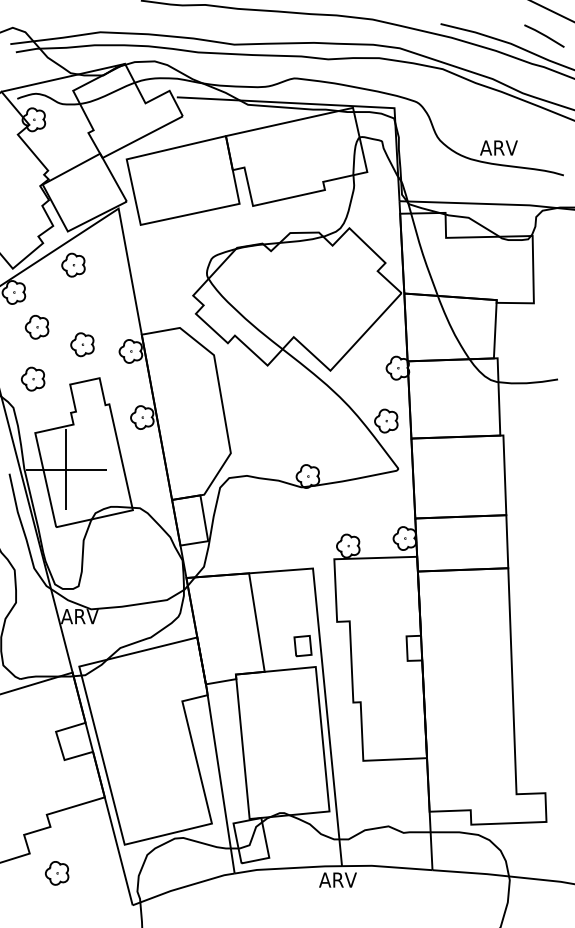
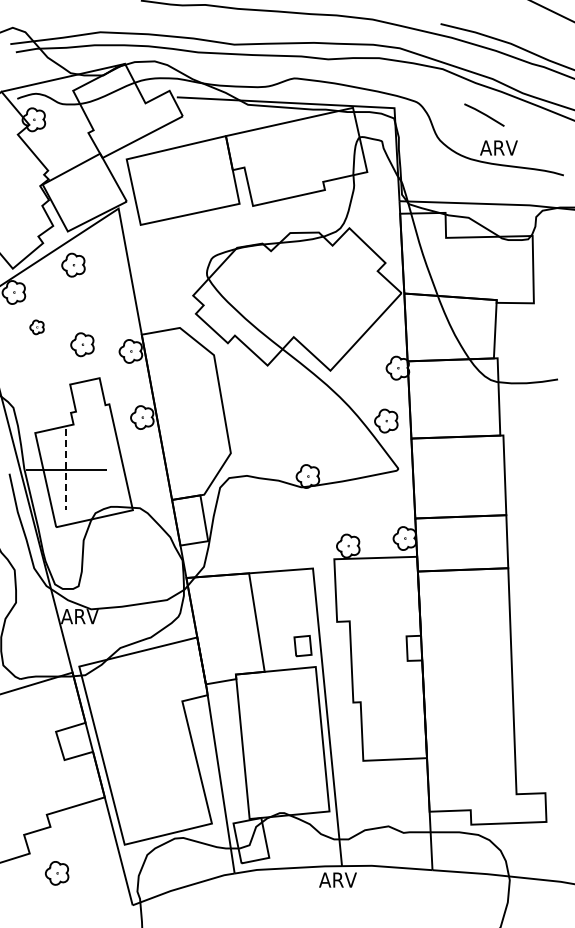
line at (544, 35) position: (544, 35) -> (484, 114)
part at (36, 327) size: 26x25 px -> 16x17 px
part at (33, 378): present -> none
line at (66, 470): solid -> dashed
